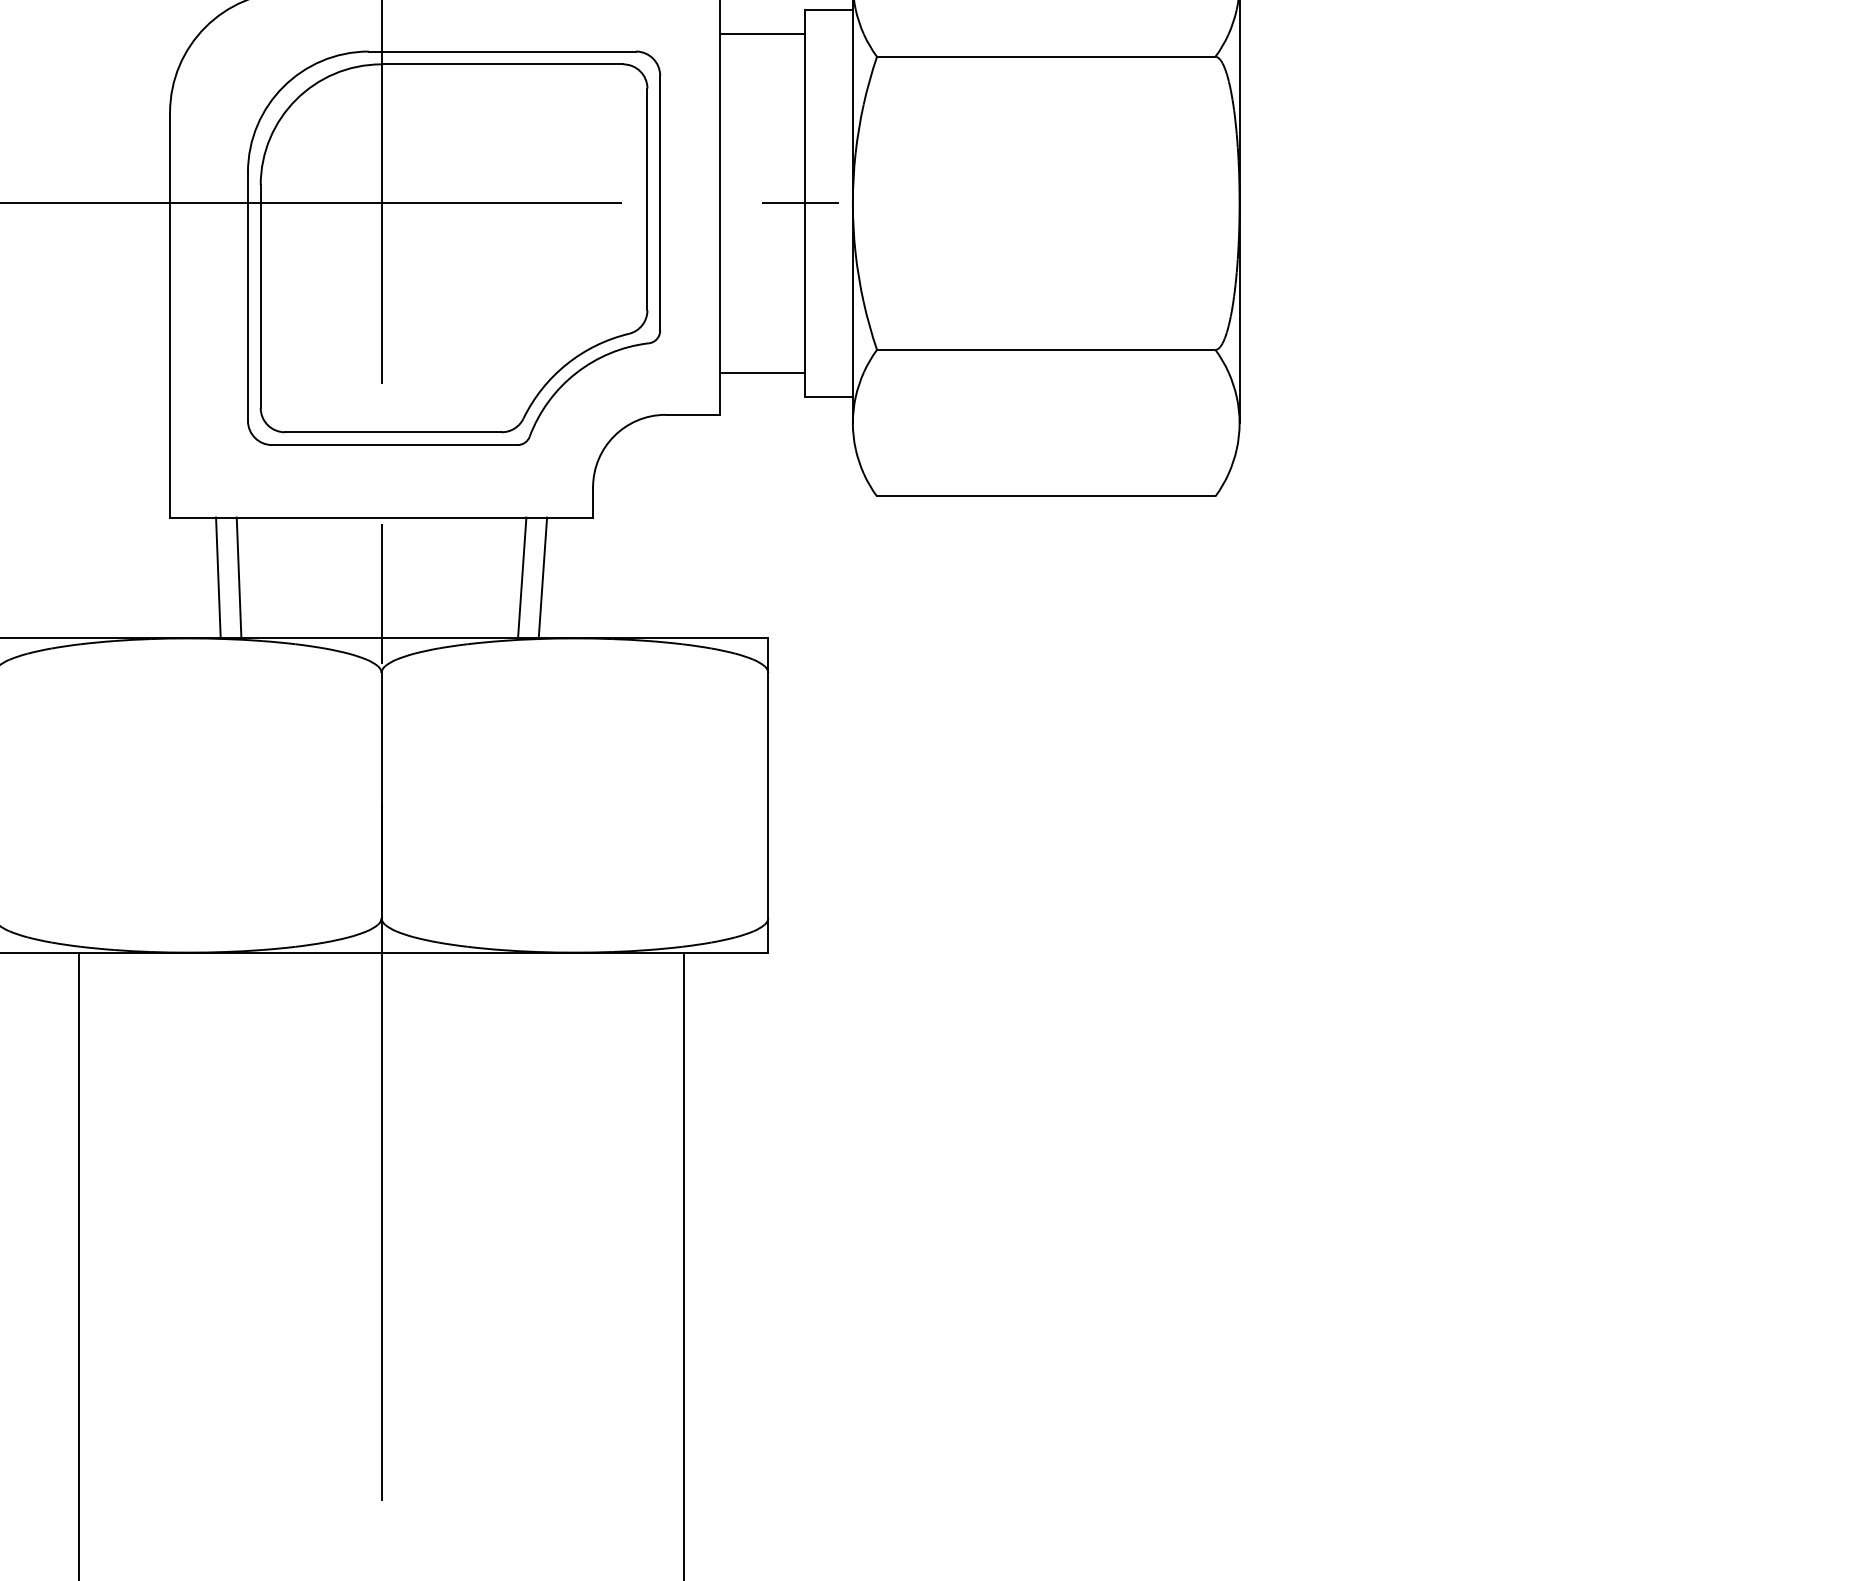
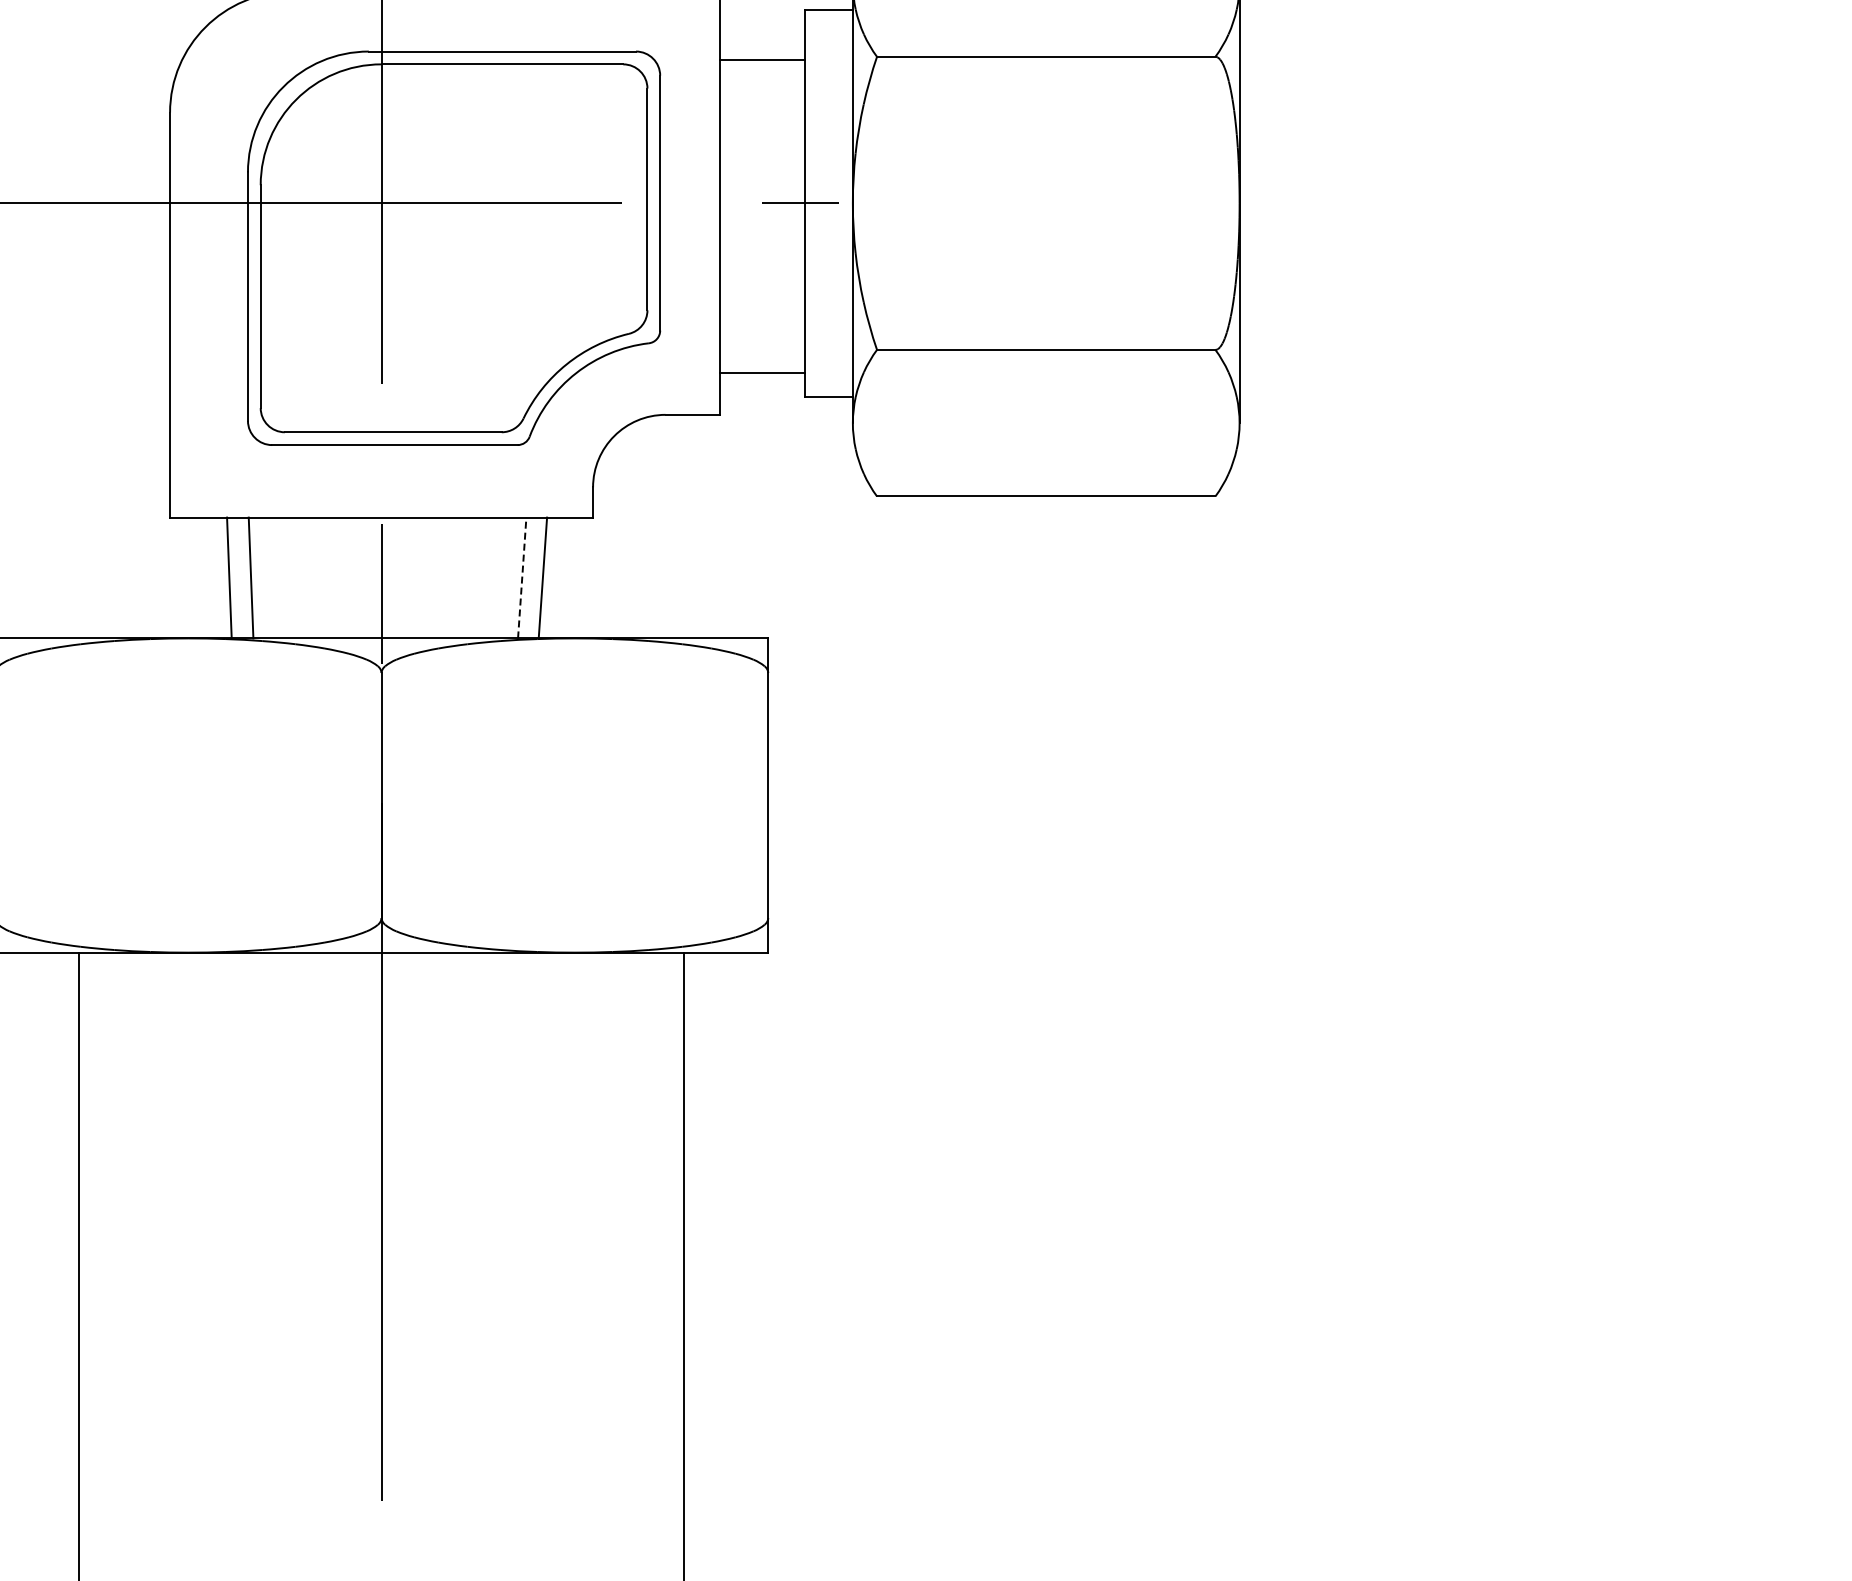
line at (761, 34) position: (761, 34) -> (761, 60)
line at (218, 577) position: (218, 577) -> (229, 577)
line at (238, 577) position: (238, 577) -> (250, 577)
line at (522, 578): solid -> dashed
